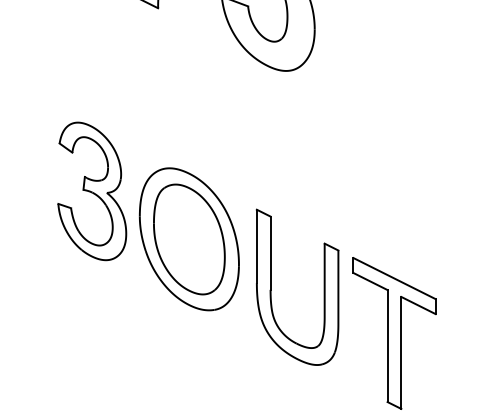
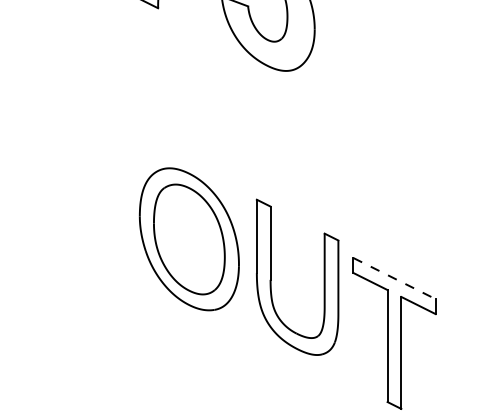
part at (92, 191): present -> none
line at (394, 278): solid -> dashed
part at (271, 286) position: (271, 286) -> (271, 276)
